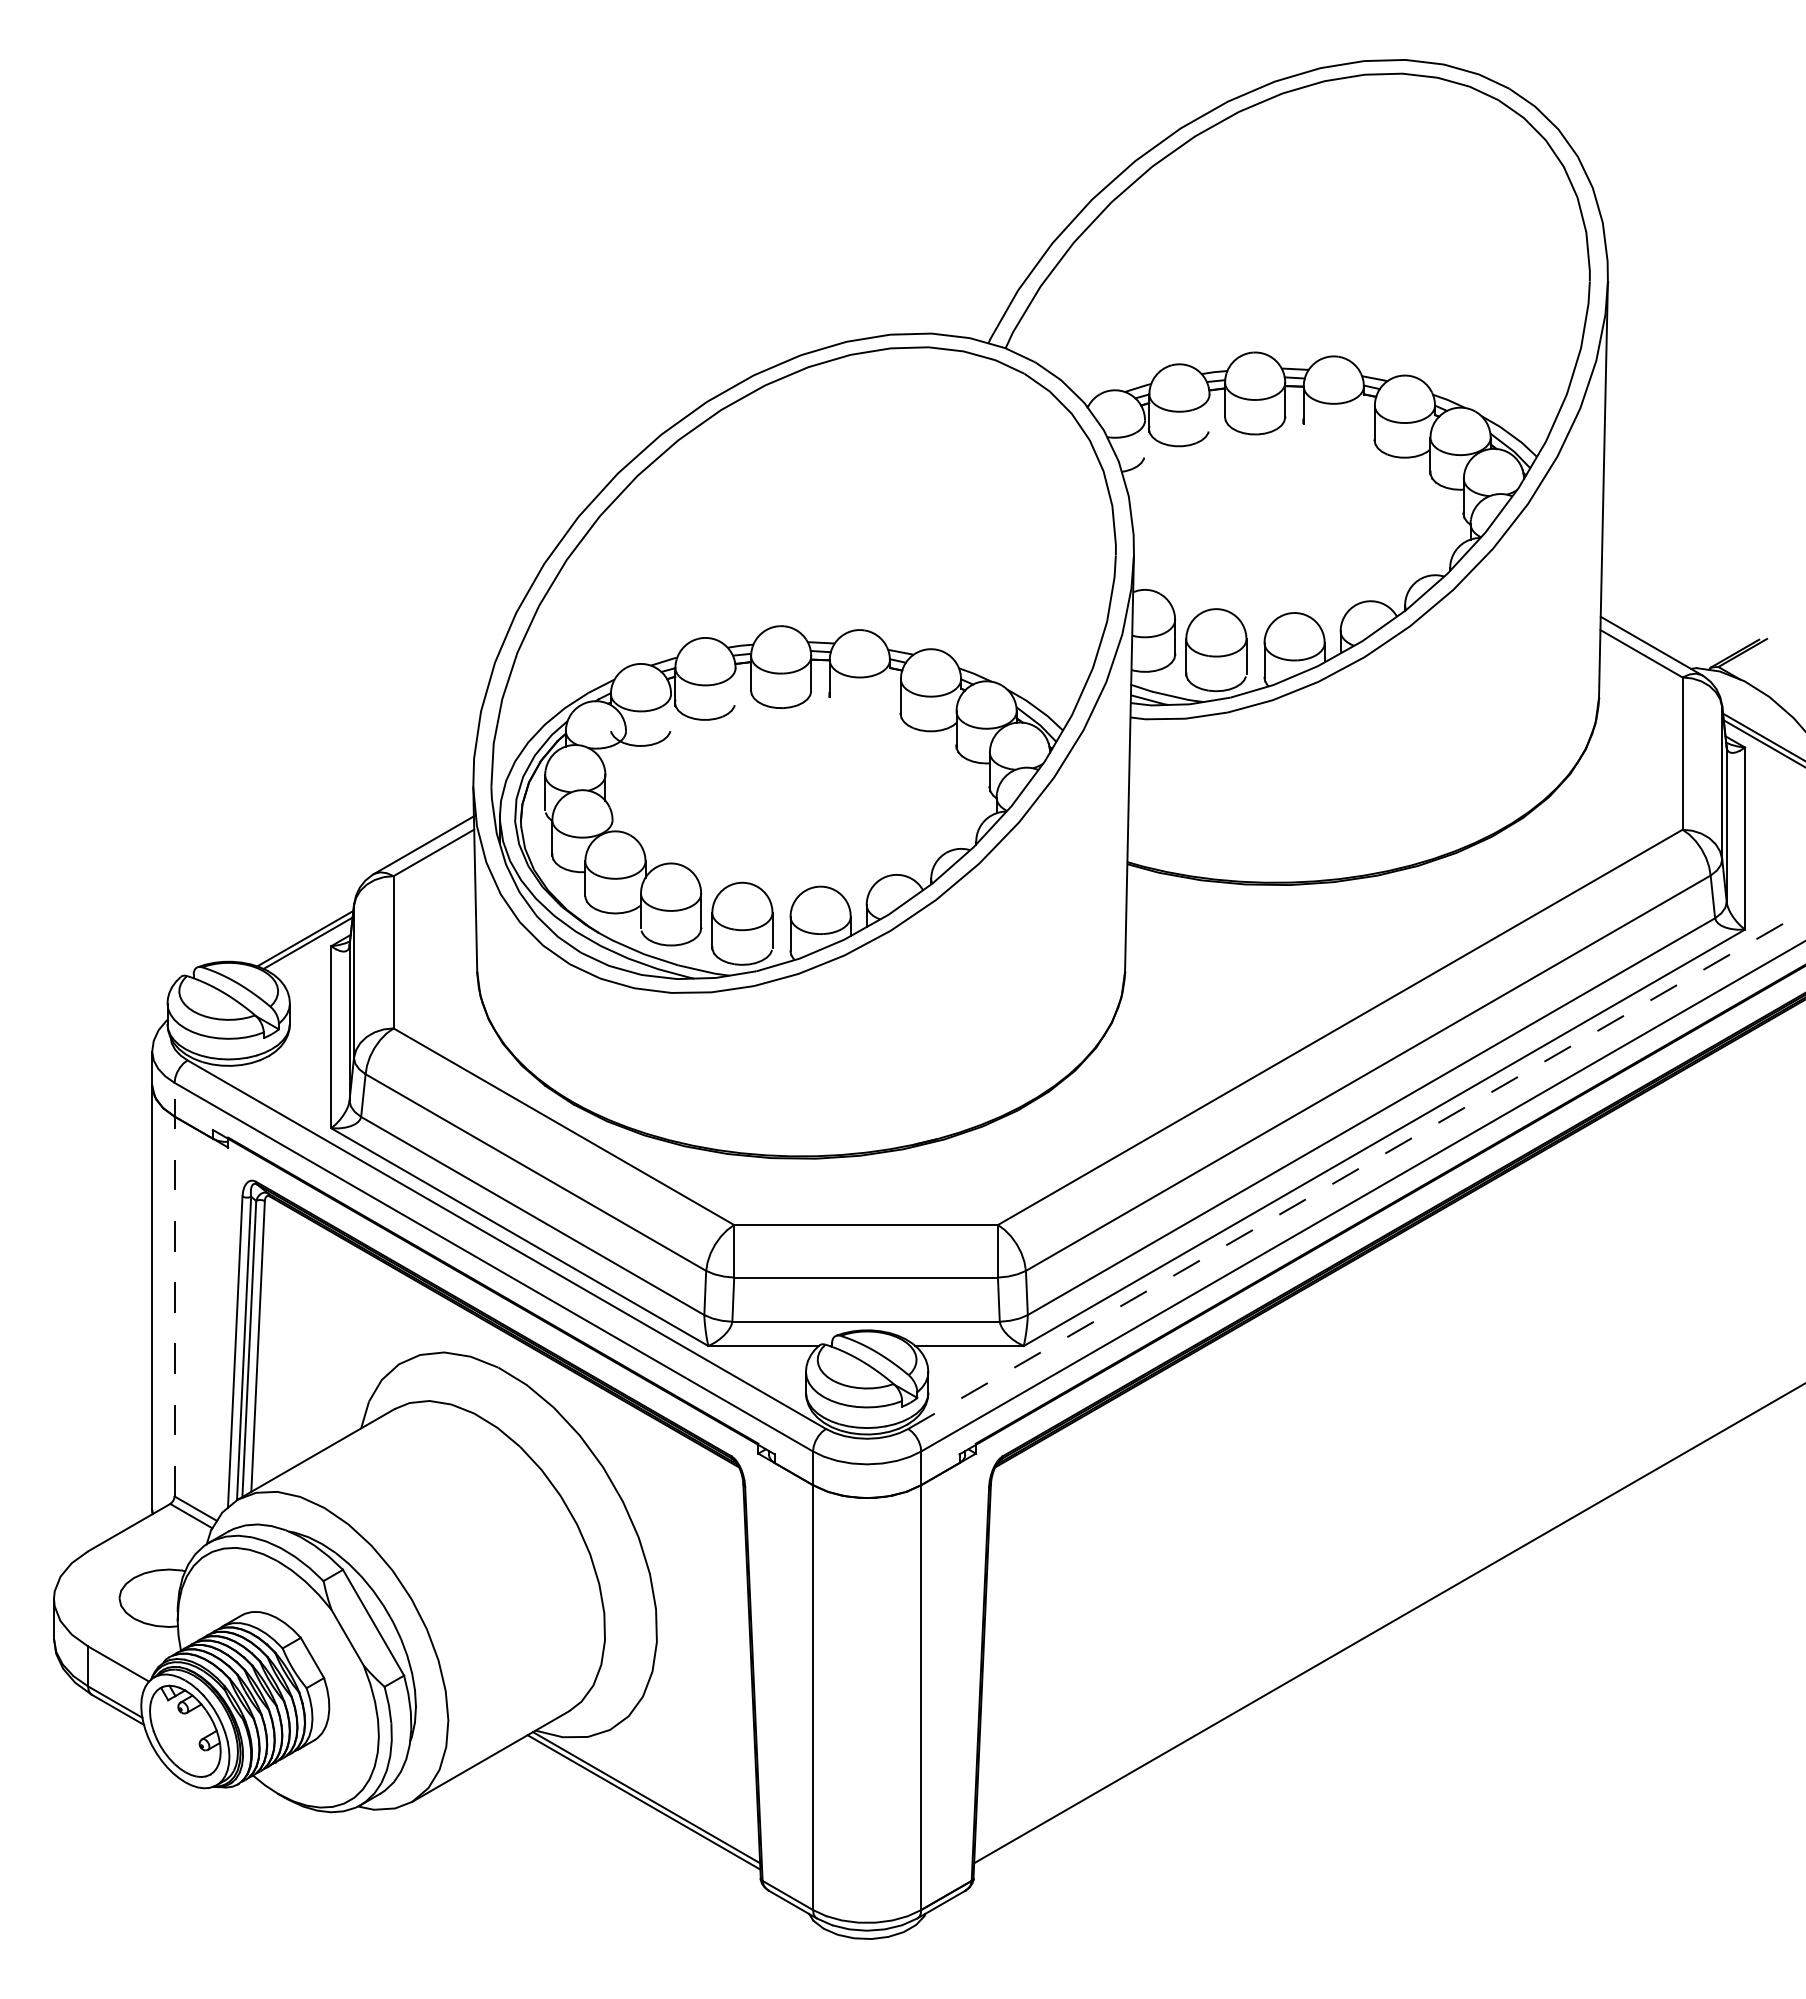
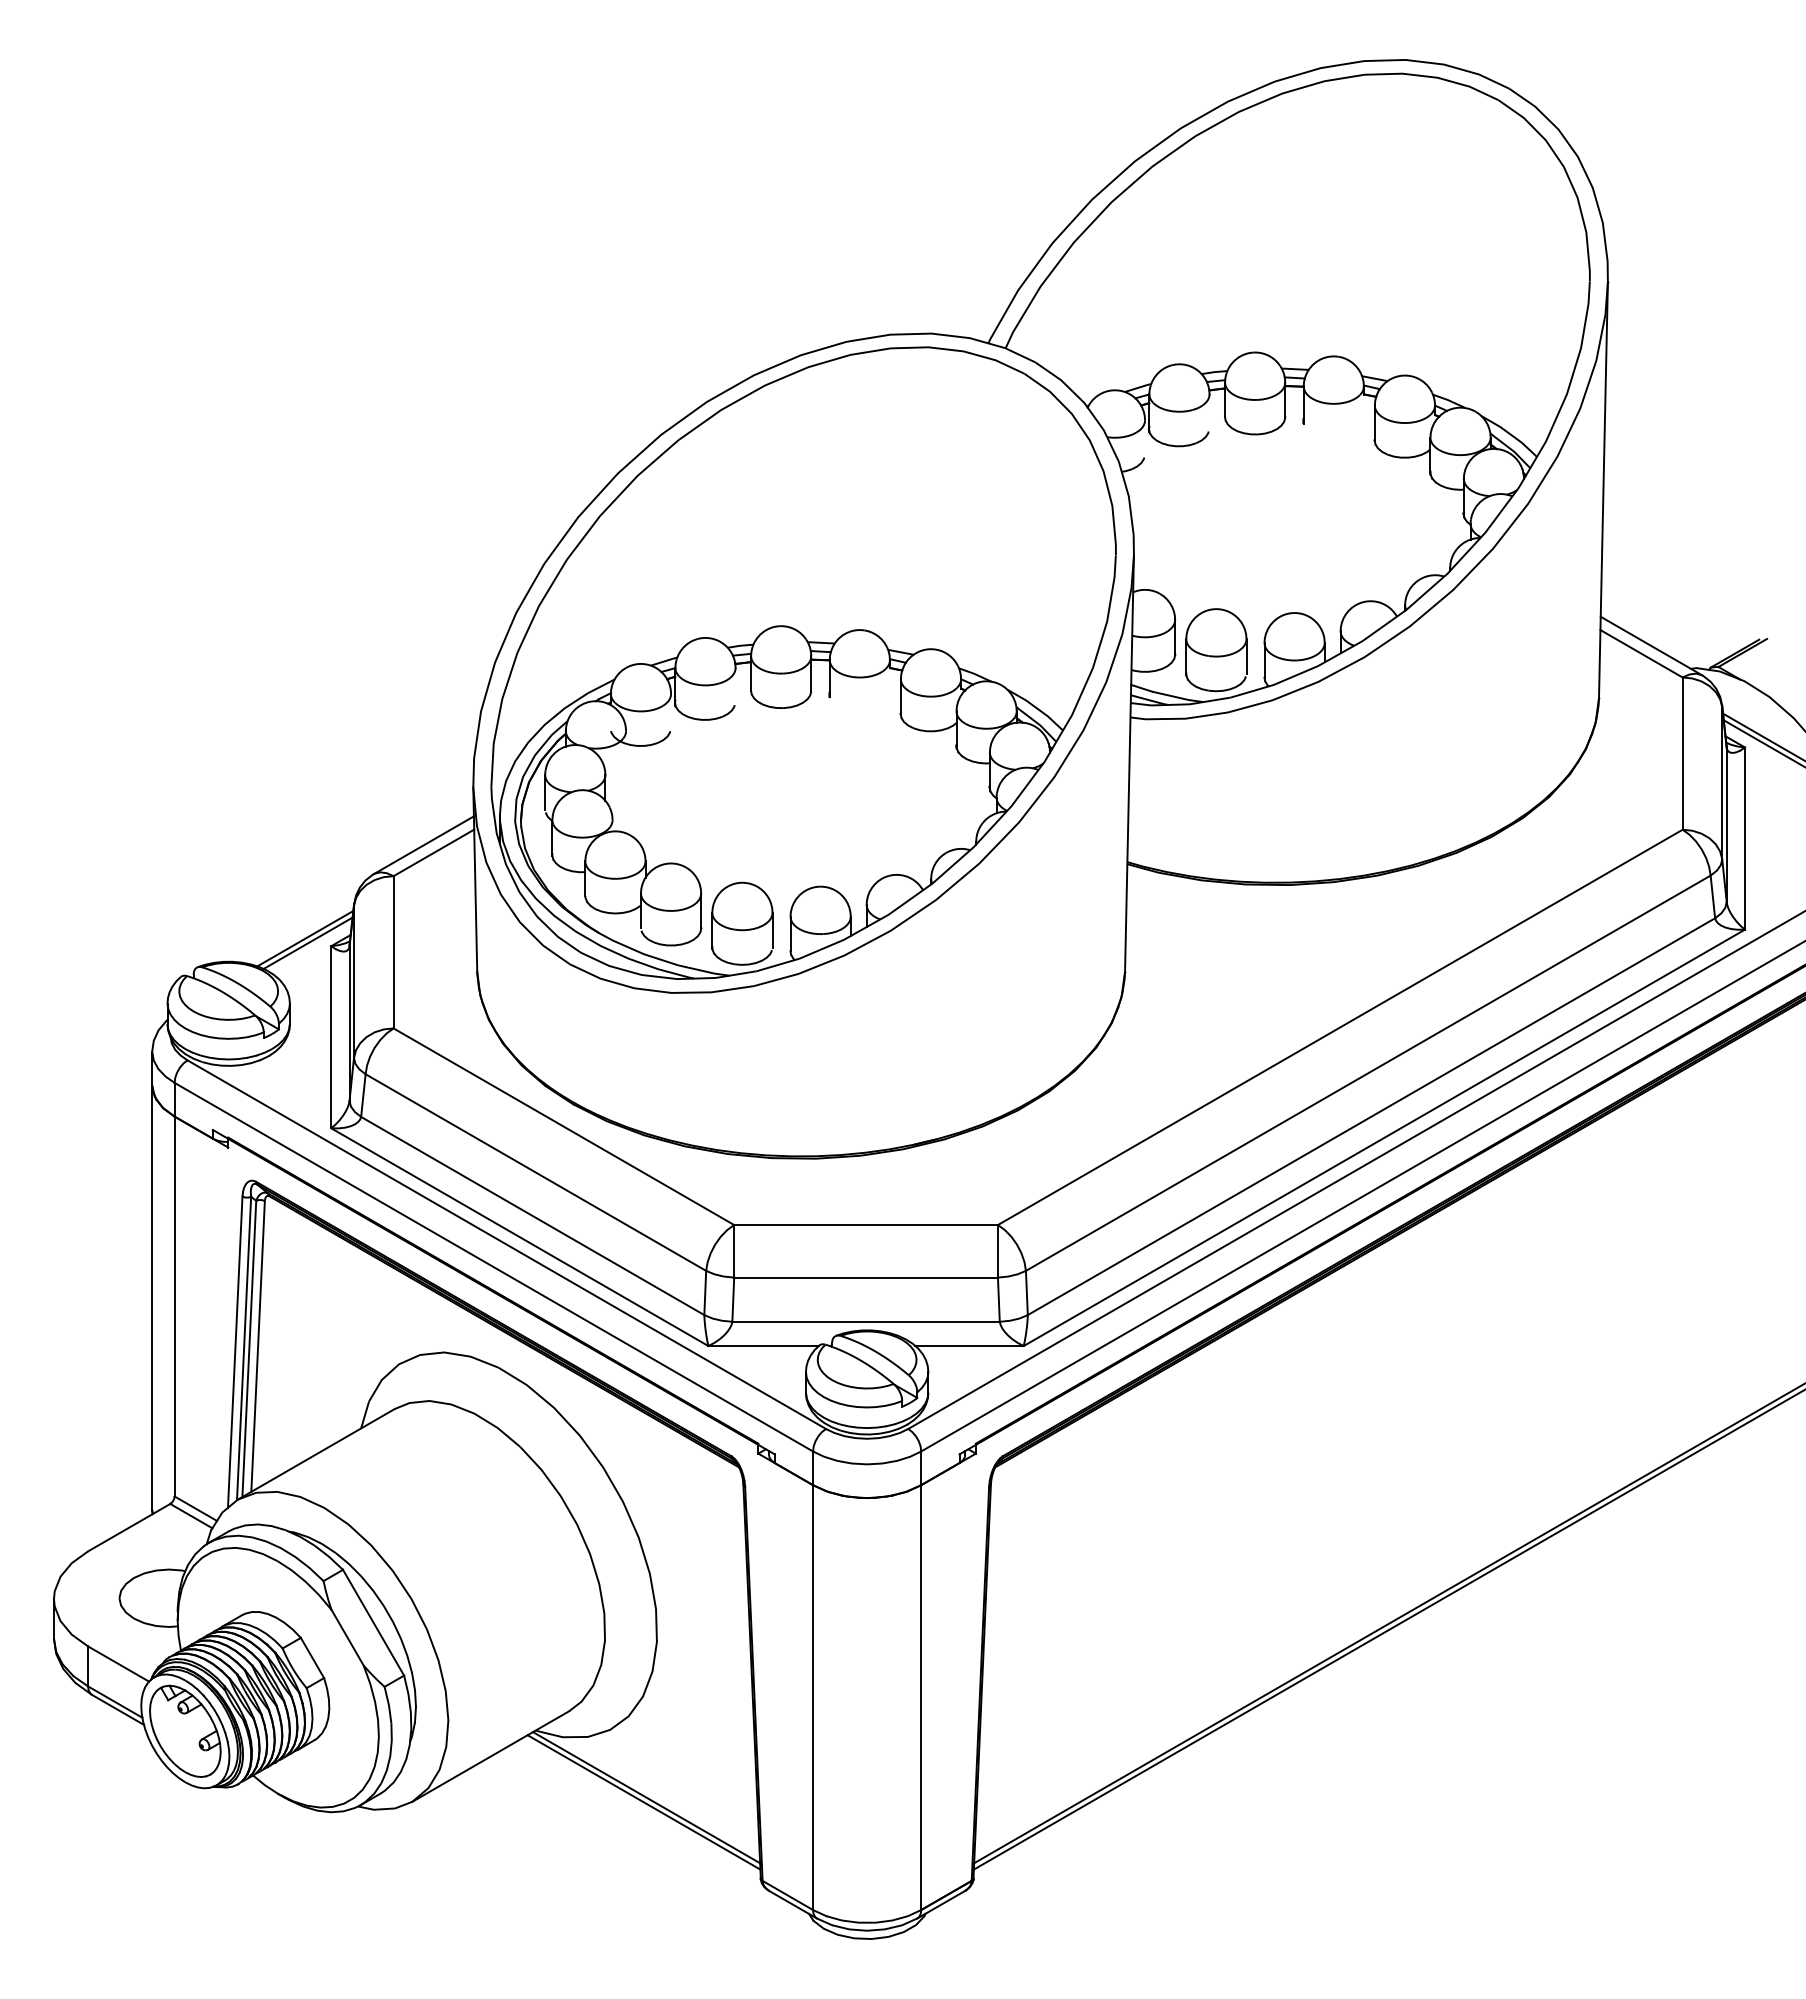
line at (1357, 1169): dashed -> solid
line at (174, 1289): dashed -> solid
line at (1387, 1629): none -> present
